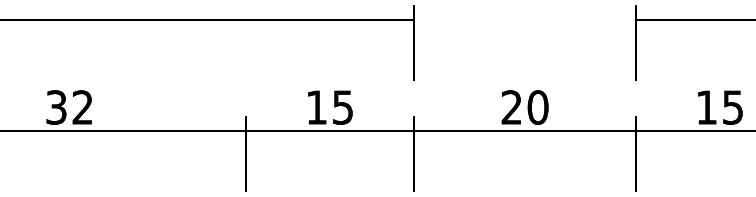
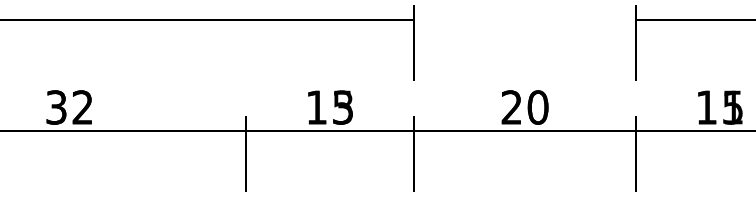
text at (343, 107): 15 -> 13
text at (732, 107): 15 -> 11
